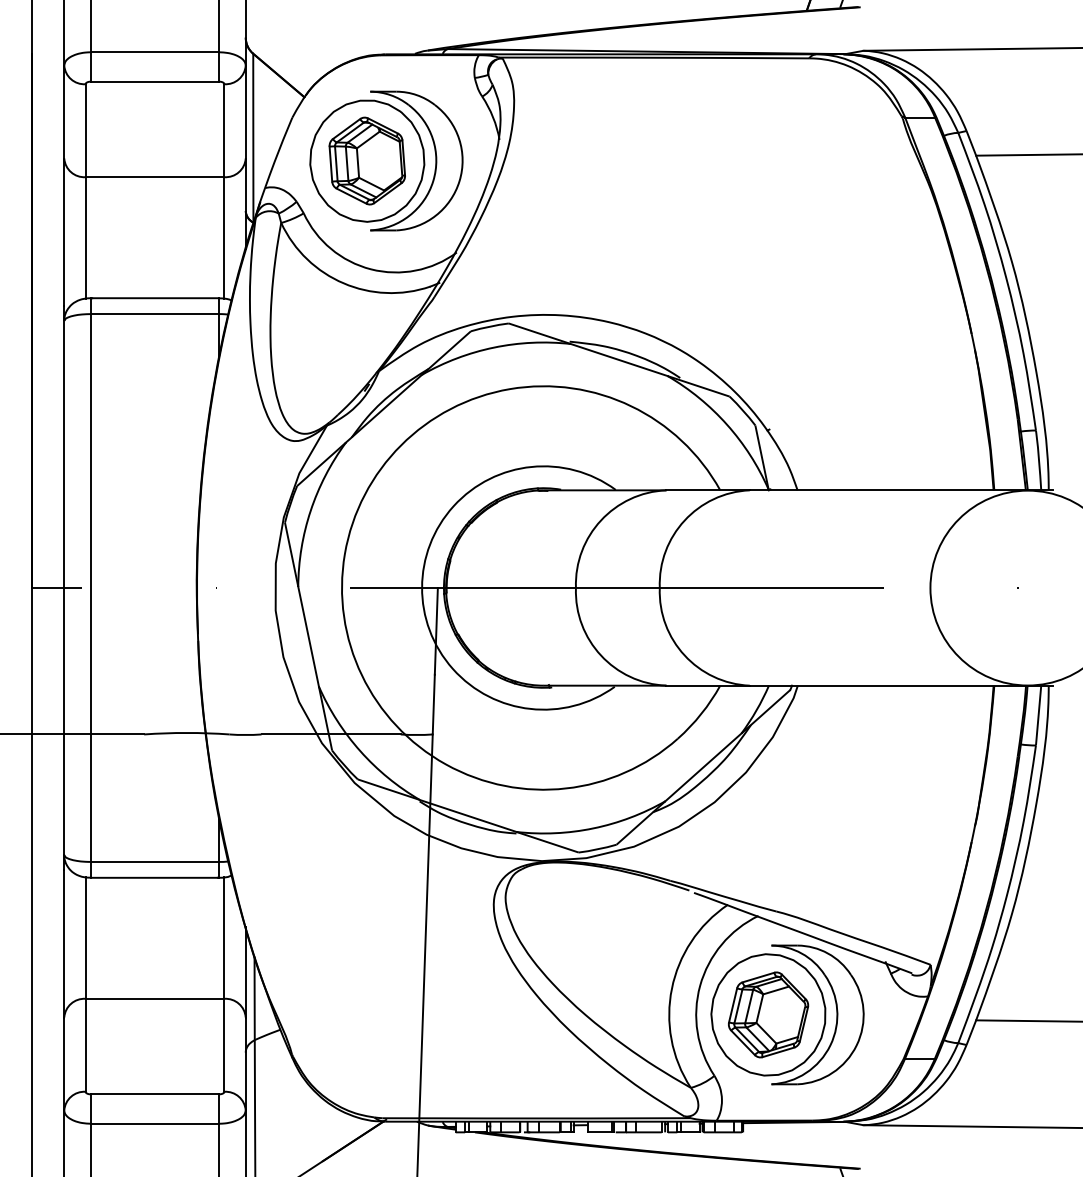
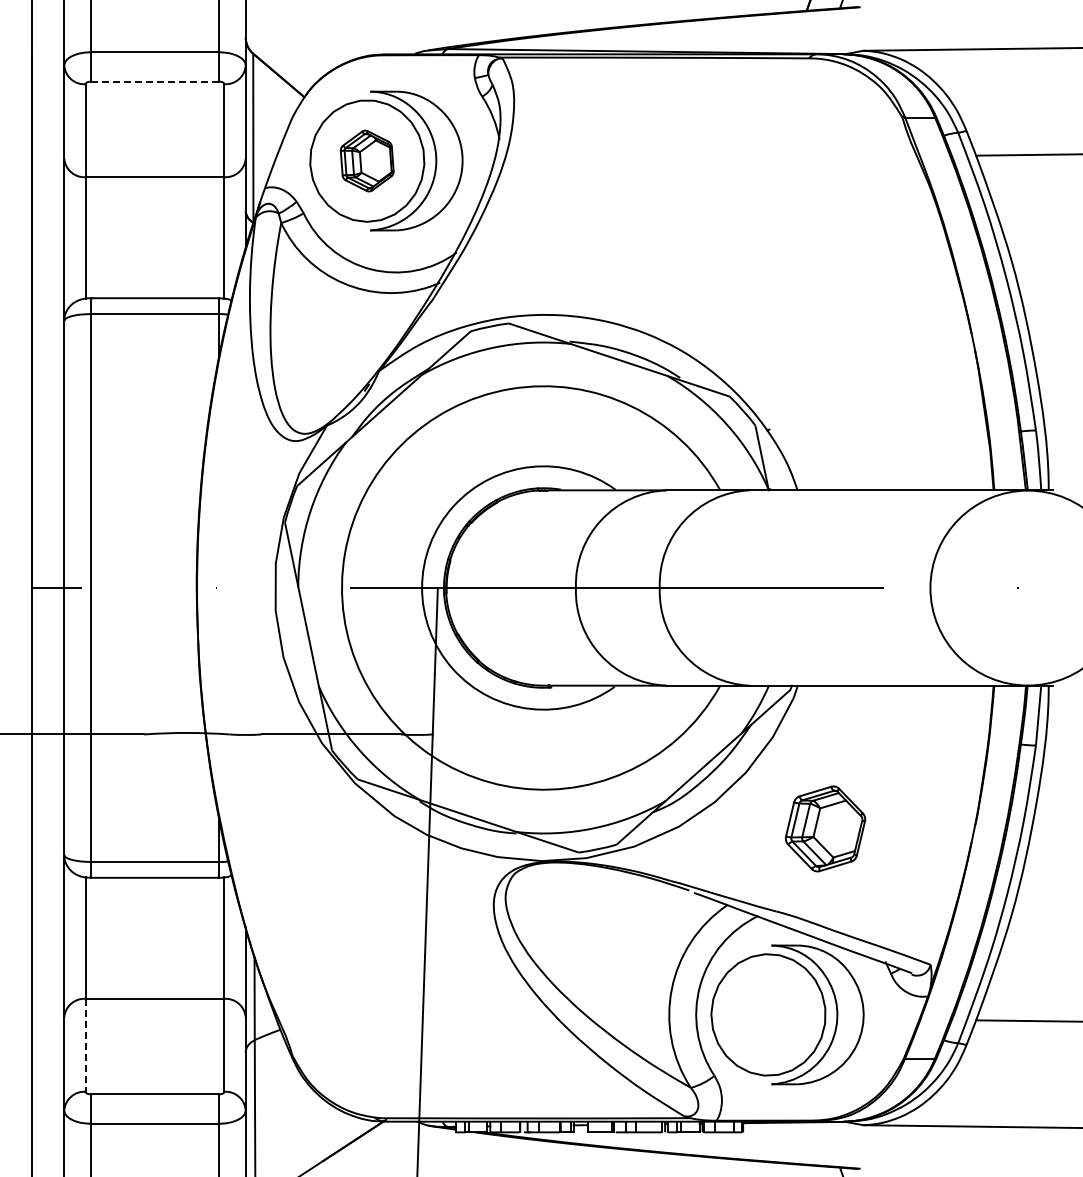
line at (154, 81): solid -> dashed
part at (366, 160) size: 78x90 px -> 56x64 px
part at (768, 1014) position: (768, 1014) -> (825, 828)
line at (85, 1045): solid -> dashed
